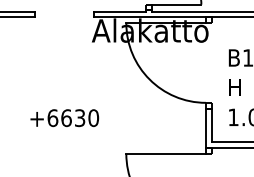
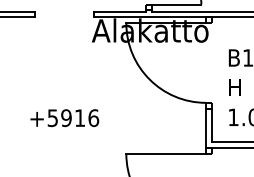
text at (73, 118): +6630 -> +5916
